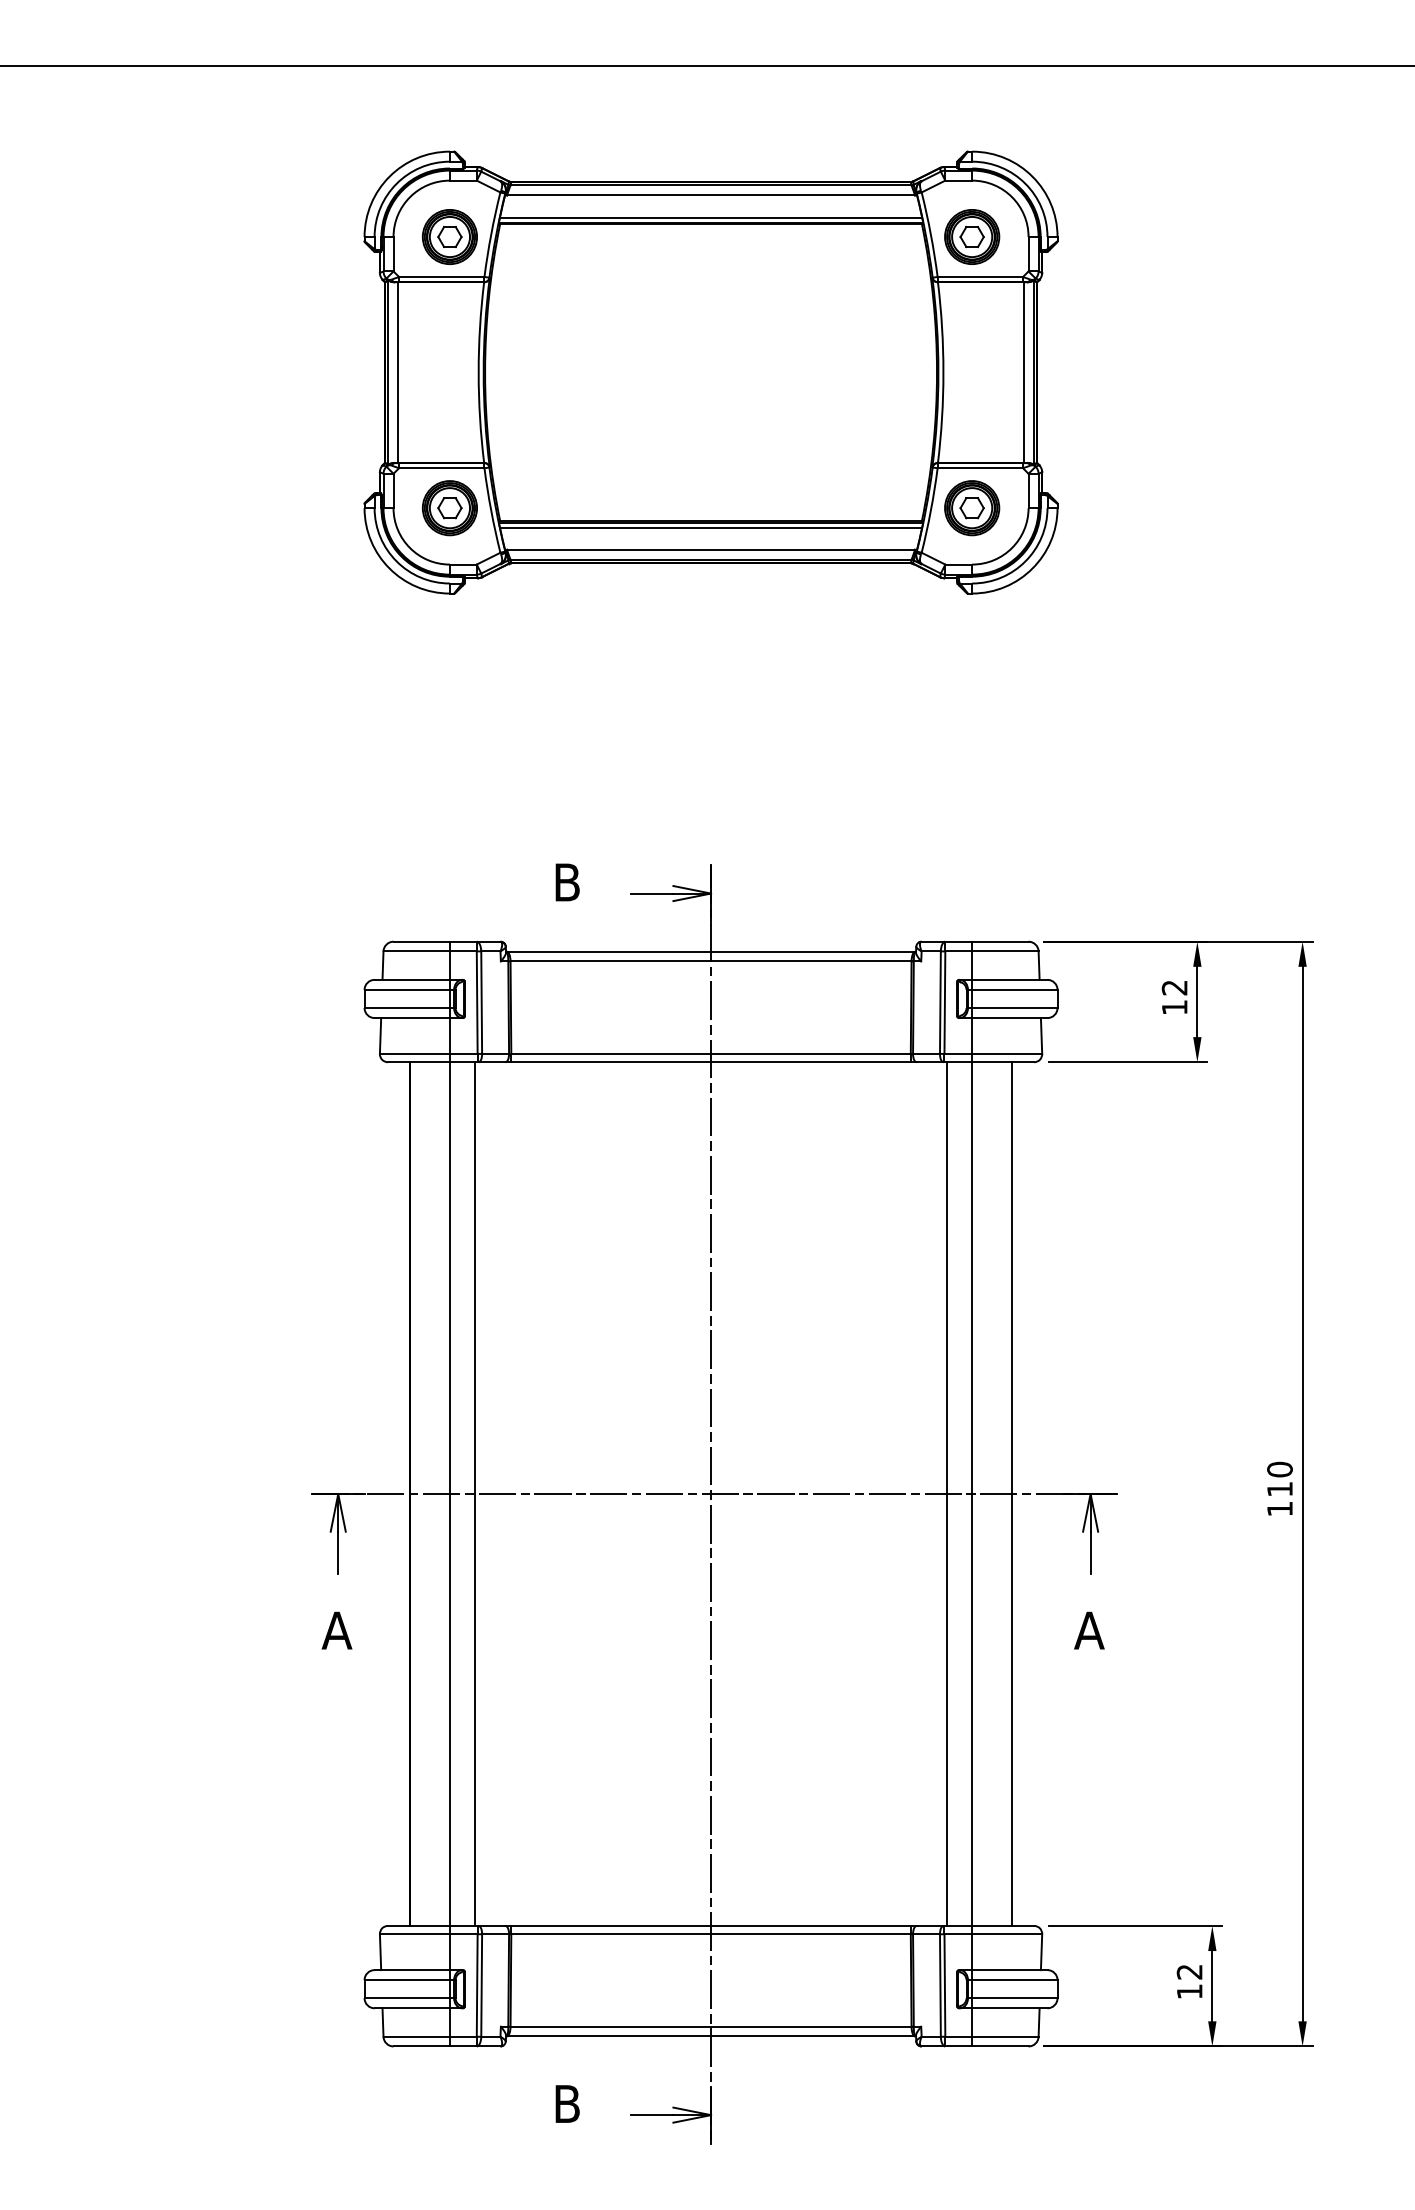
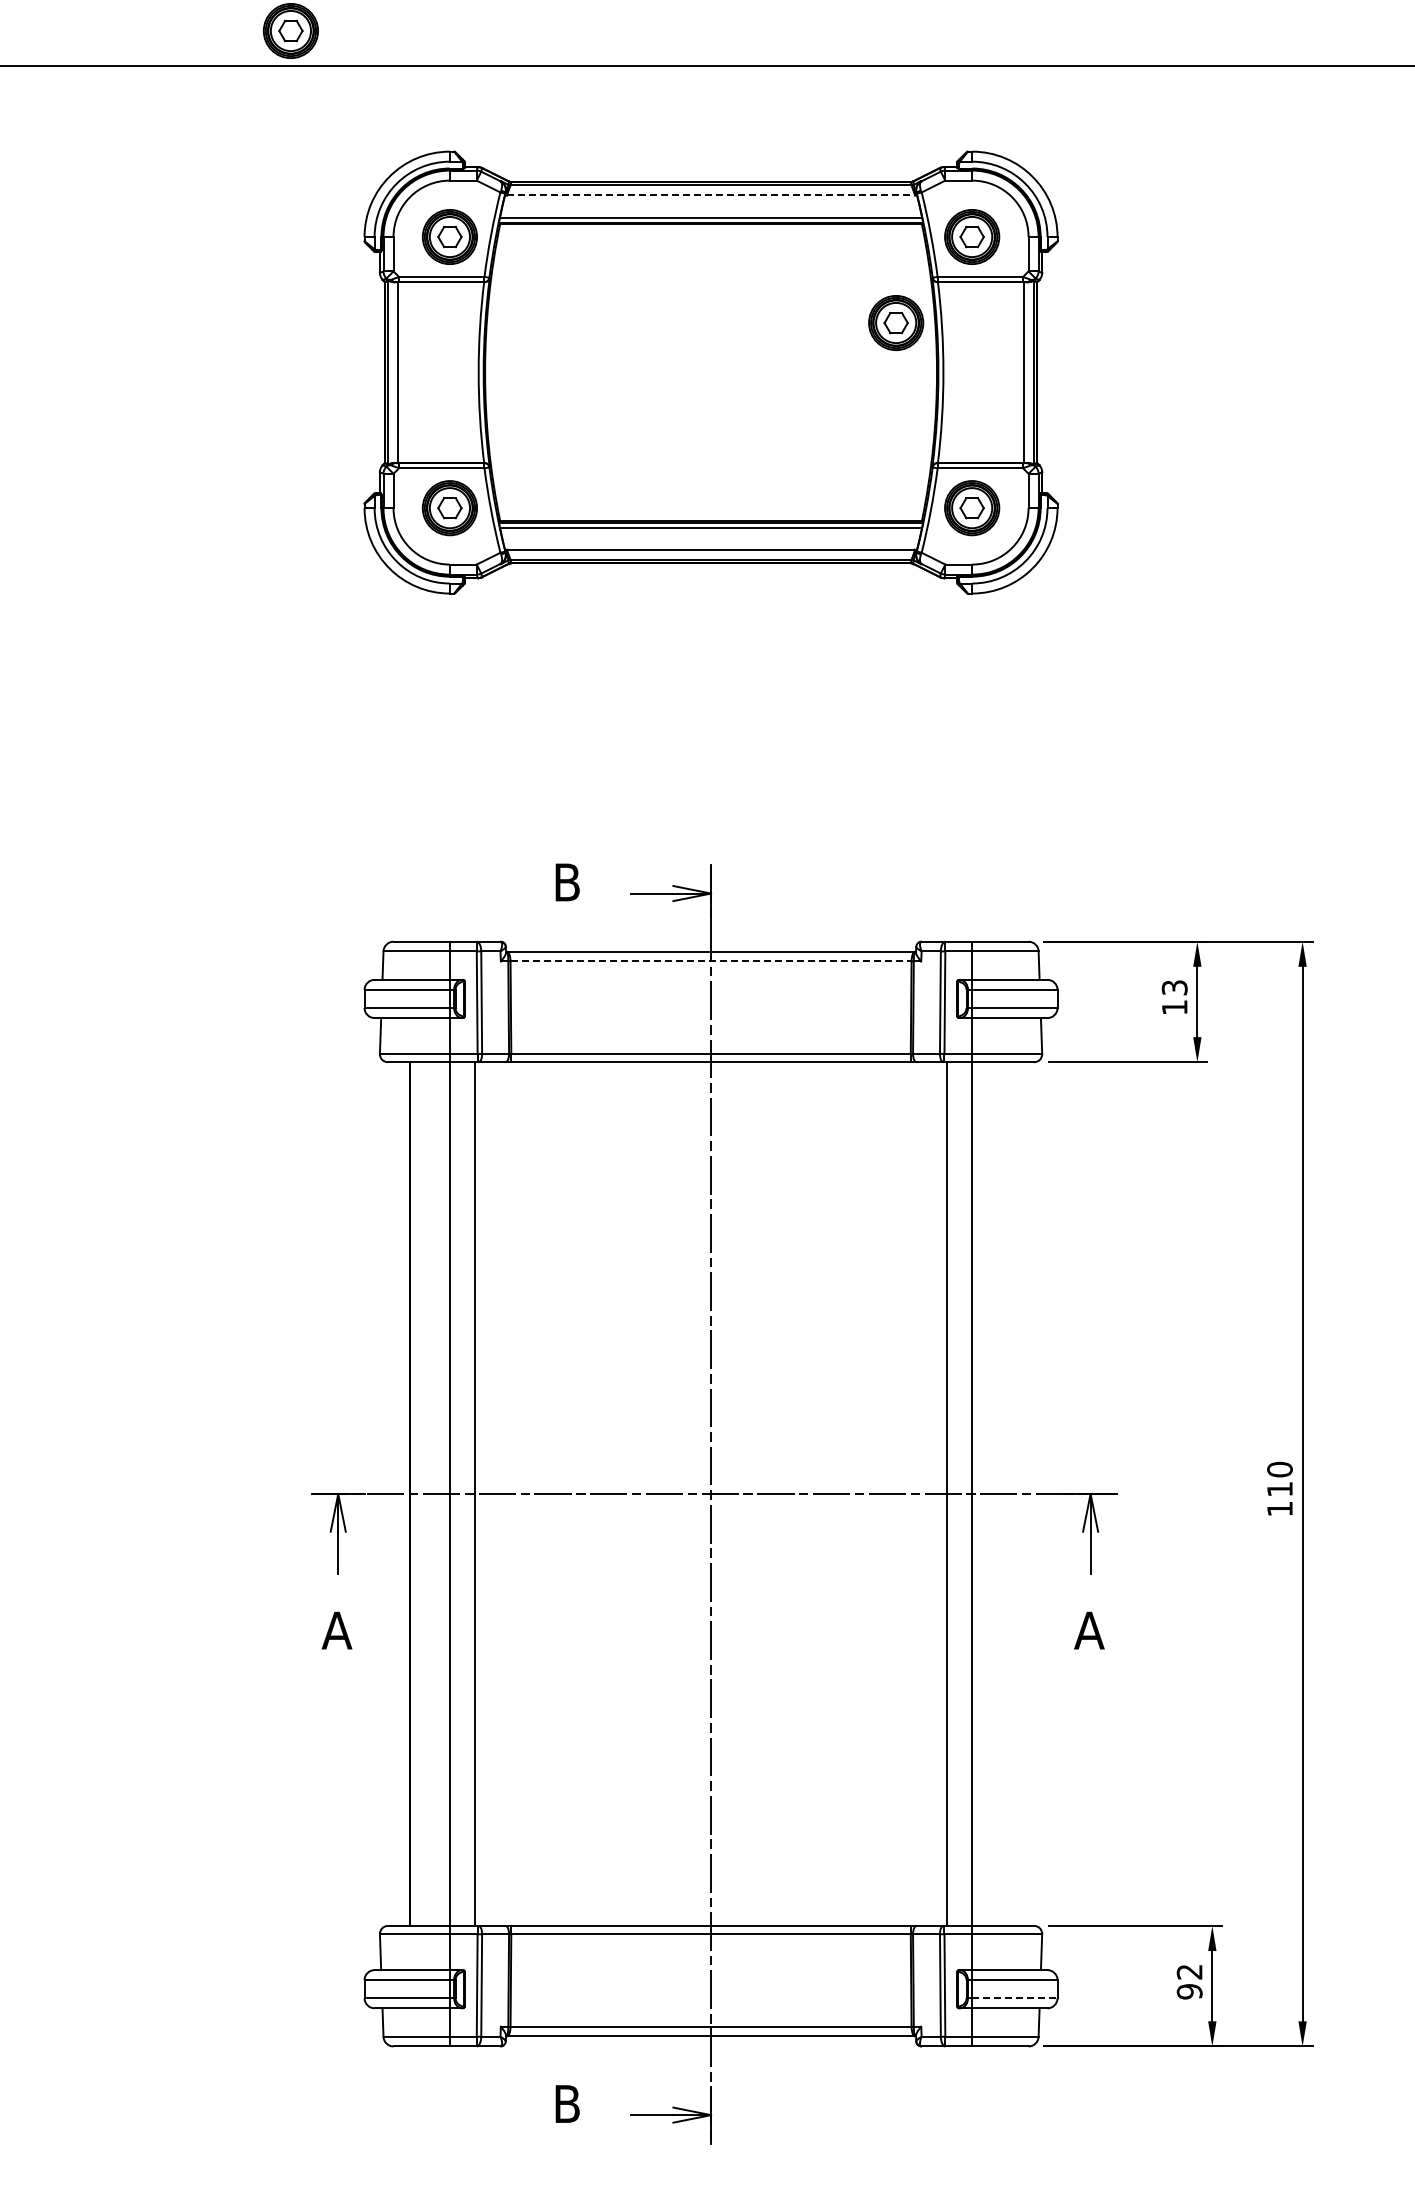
part at (290, 30): none -> present
line at (711, 195): solid -> dashed
part at (896, 322): none -> present
line at (711, 961): solid -> dashed
text at (1174, 987): 12 -> 13
line at (1012, 1493): present -> none
text at (1189, 1991): 12 -> 92
line at (1014, 1998): solid -> dashed
